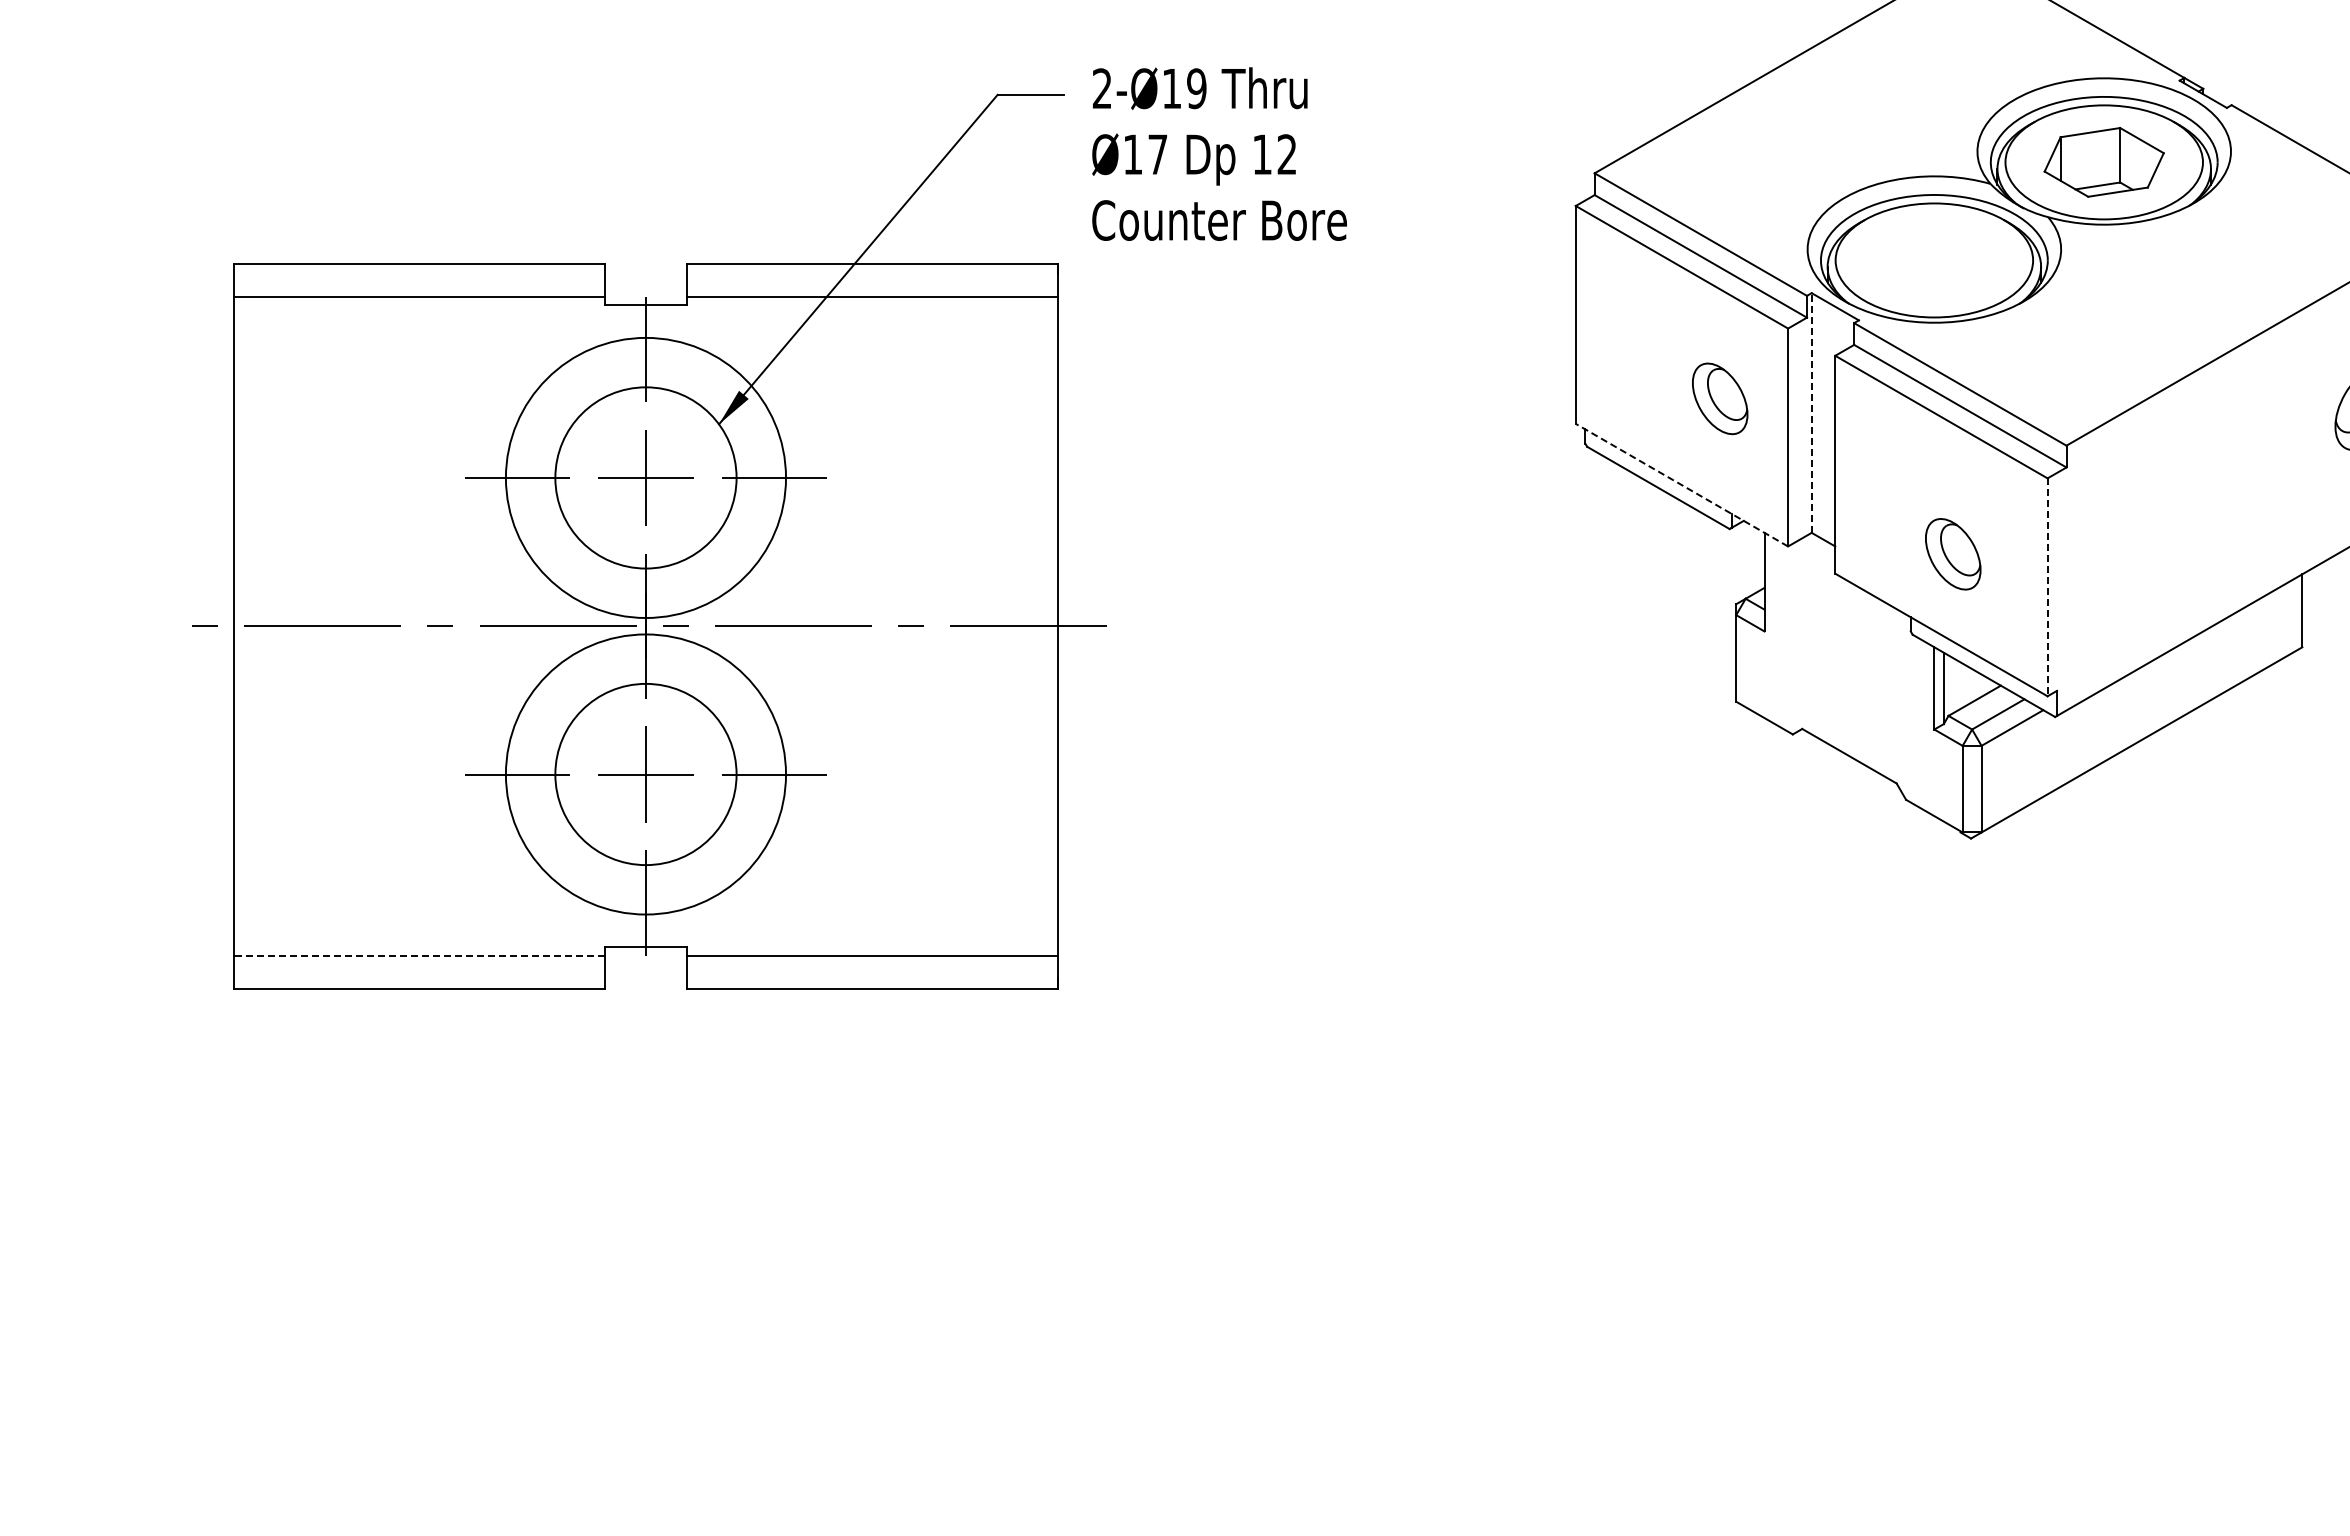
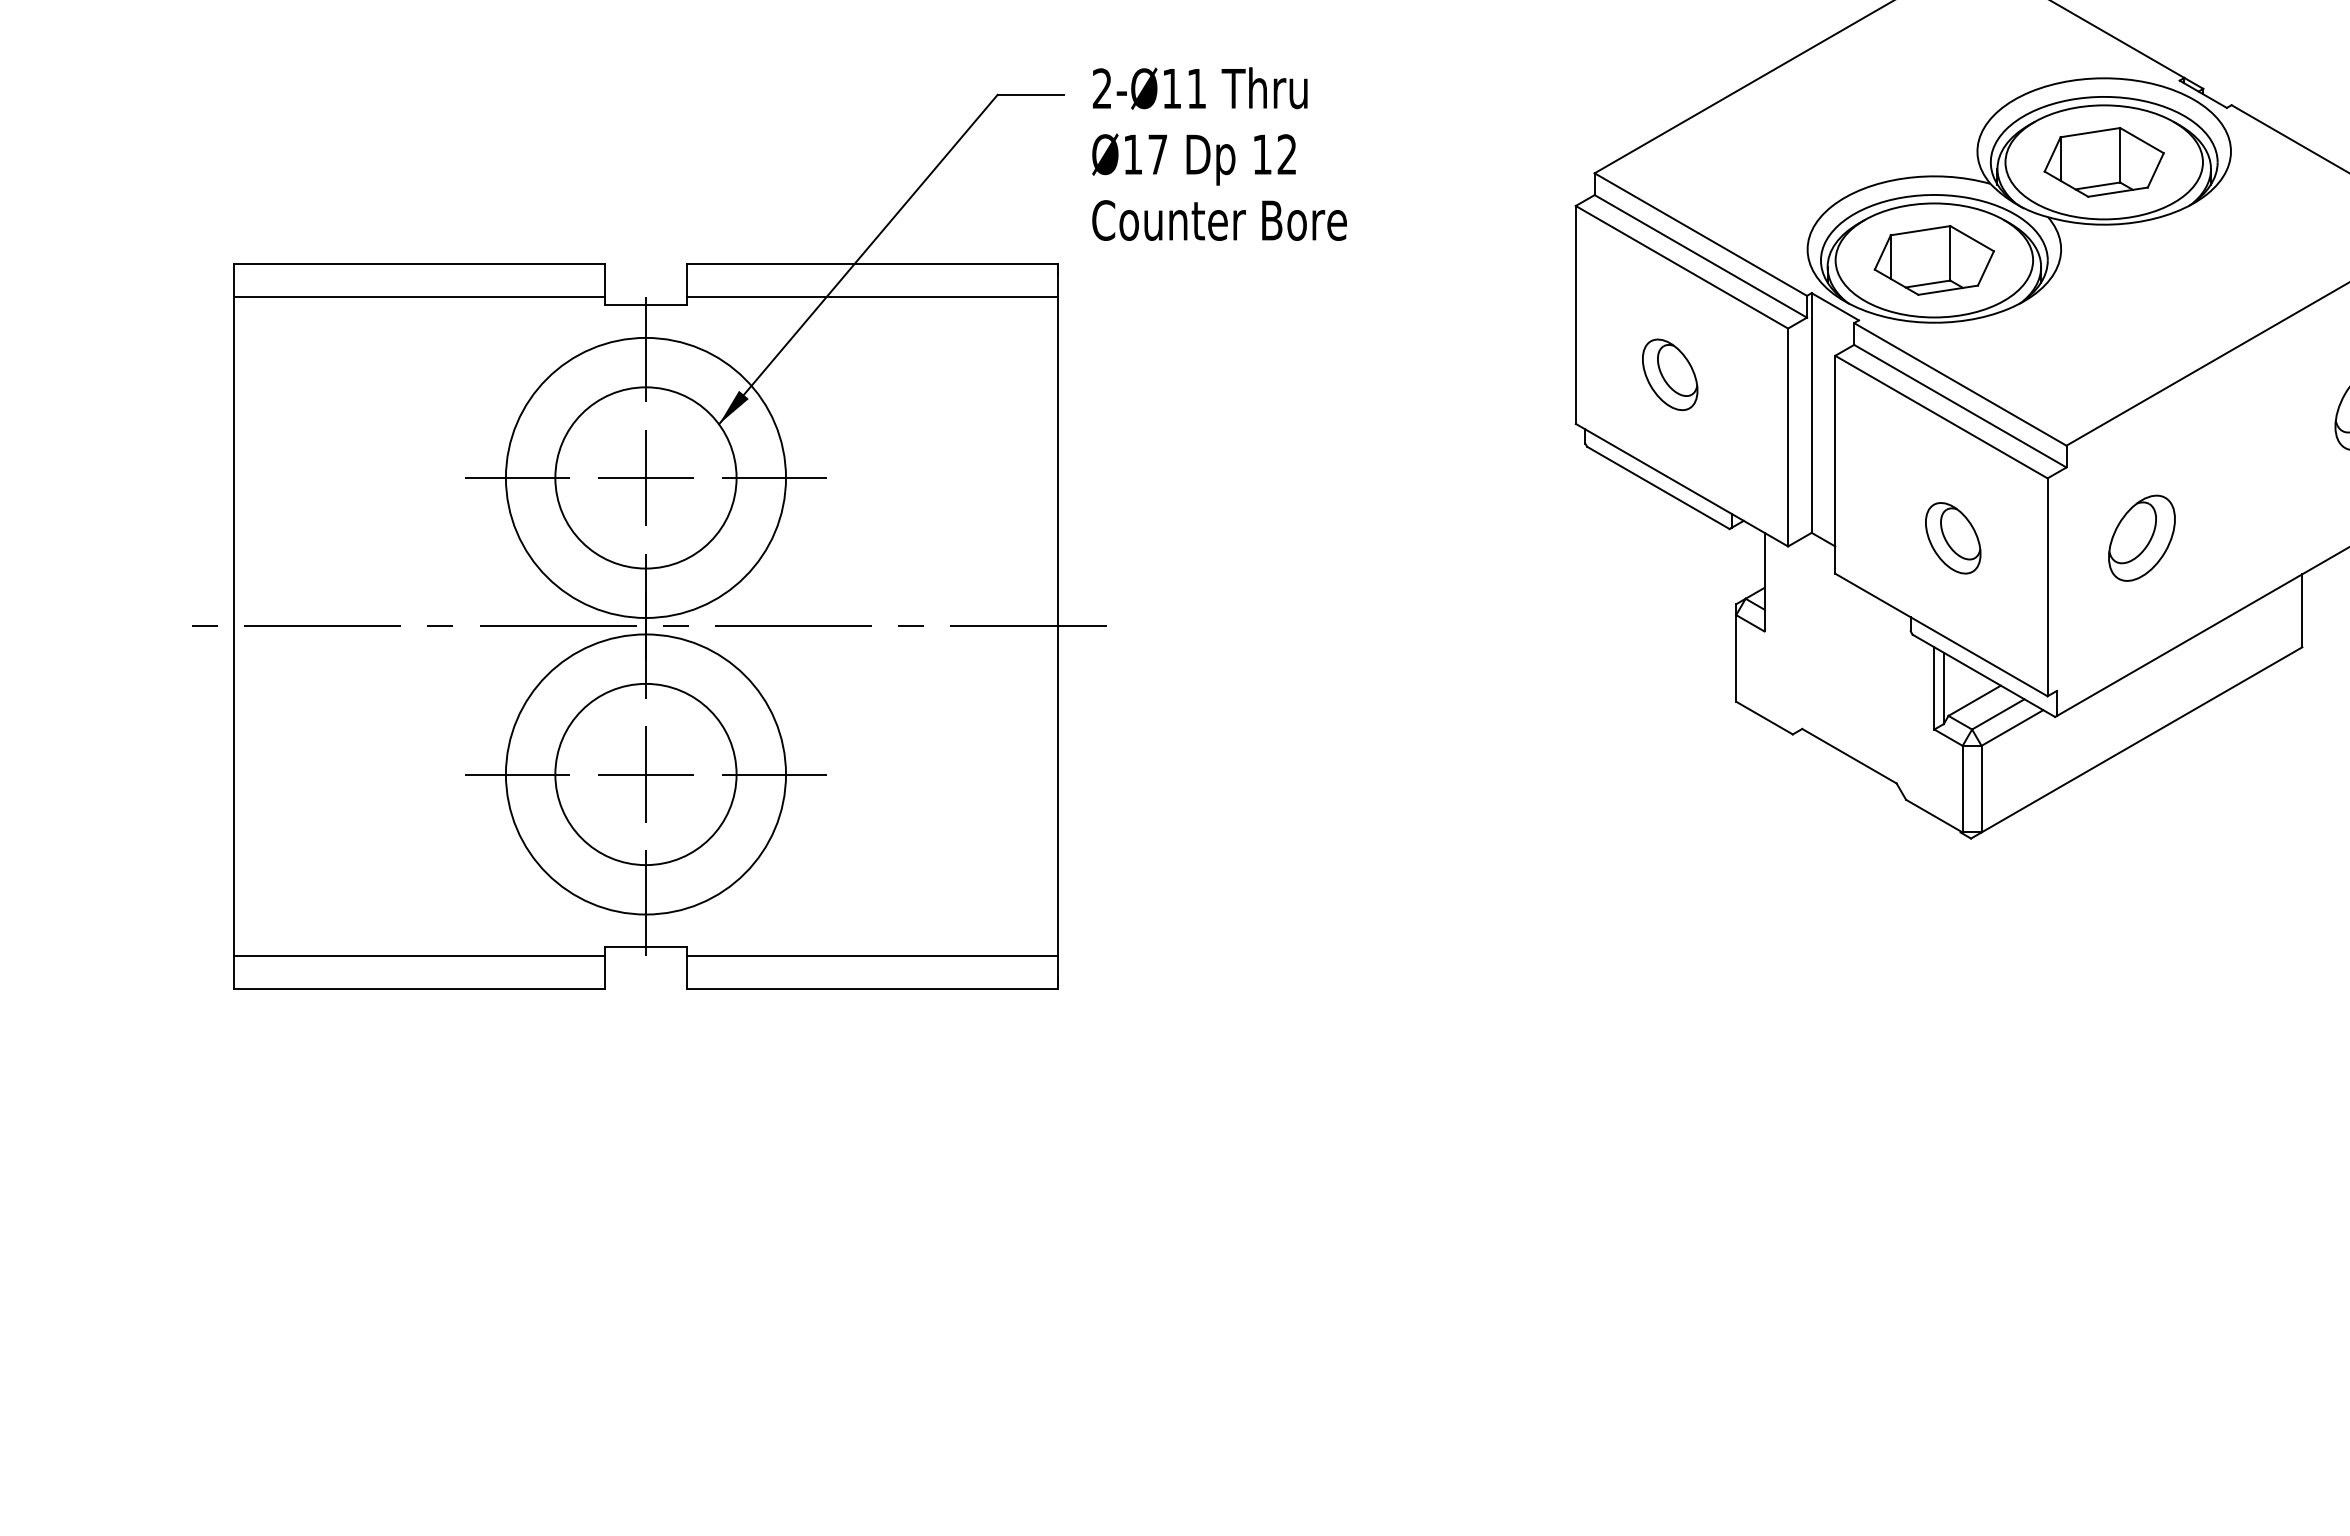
text at (1196, 88): 2-Ø19 -> 2-Ø11
part at (1933, 260): none -> present
part at (1720, 398) position: (1720, 398) -> (1670, 374)
line at (1811, 413): dashed -> solid
line at (1681, 485): dashed -> solid
part at (2141, 537): none -> present
part at (1953, 554) position: (1953, 554) -> (1953, 538)
line at (2047, 587): dashed -> solid
line at (418, 955): dashed -> solid
